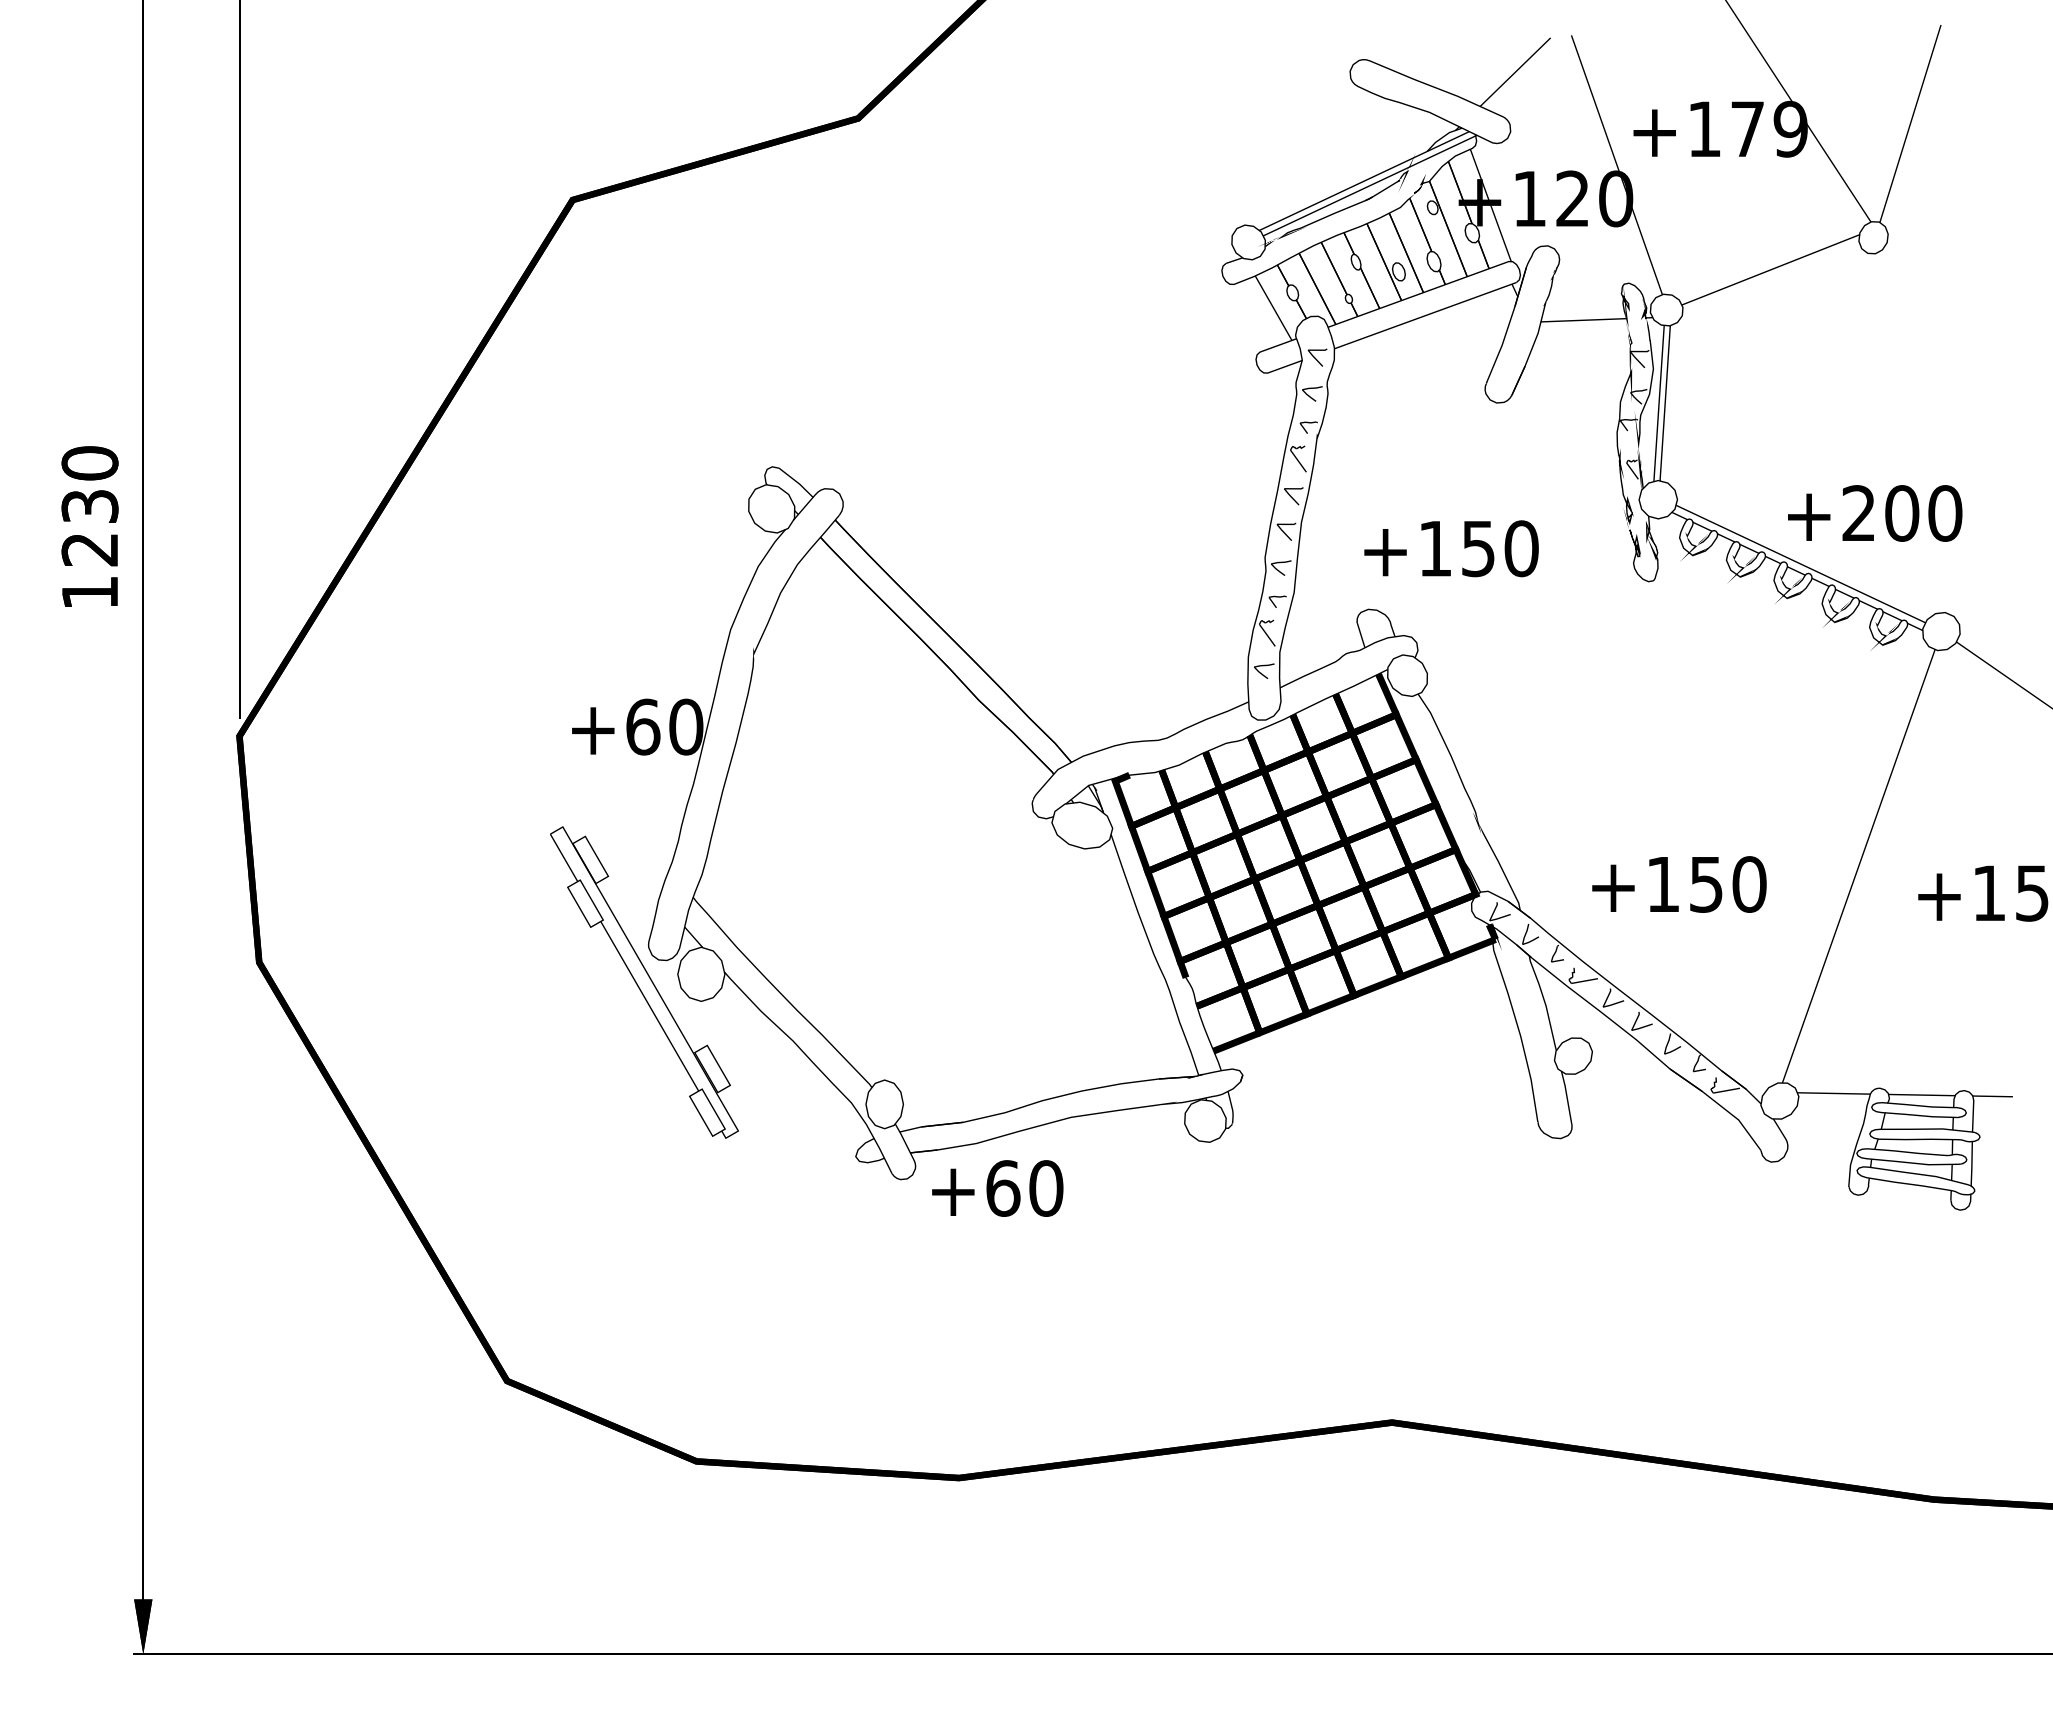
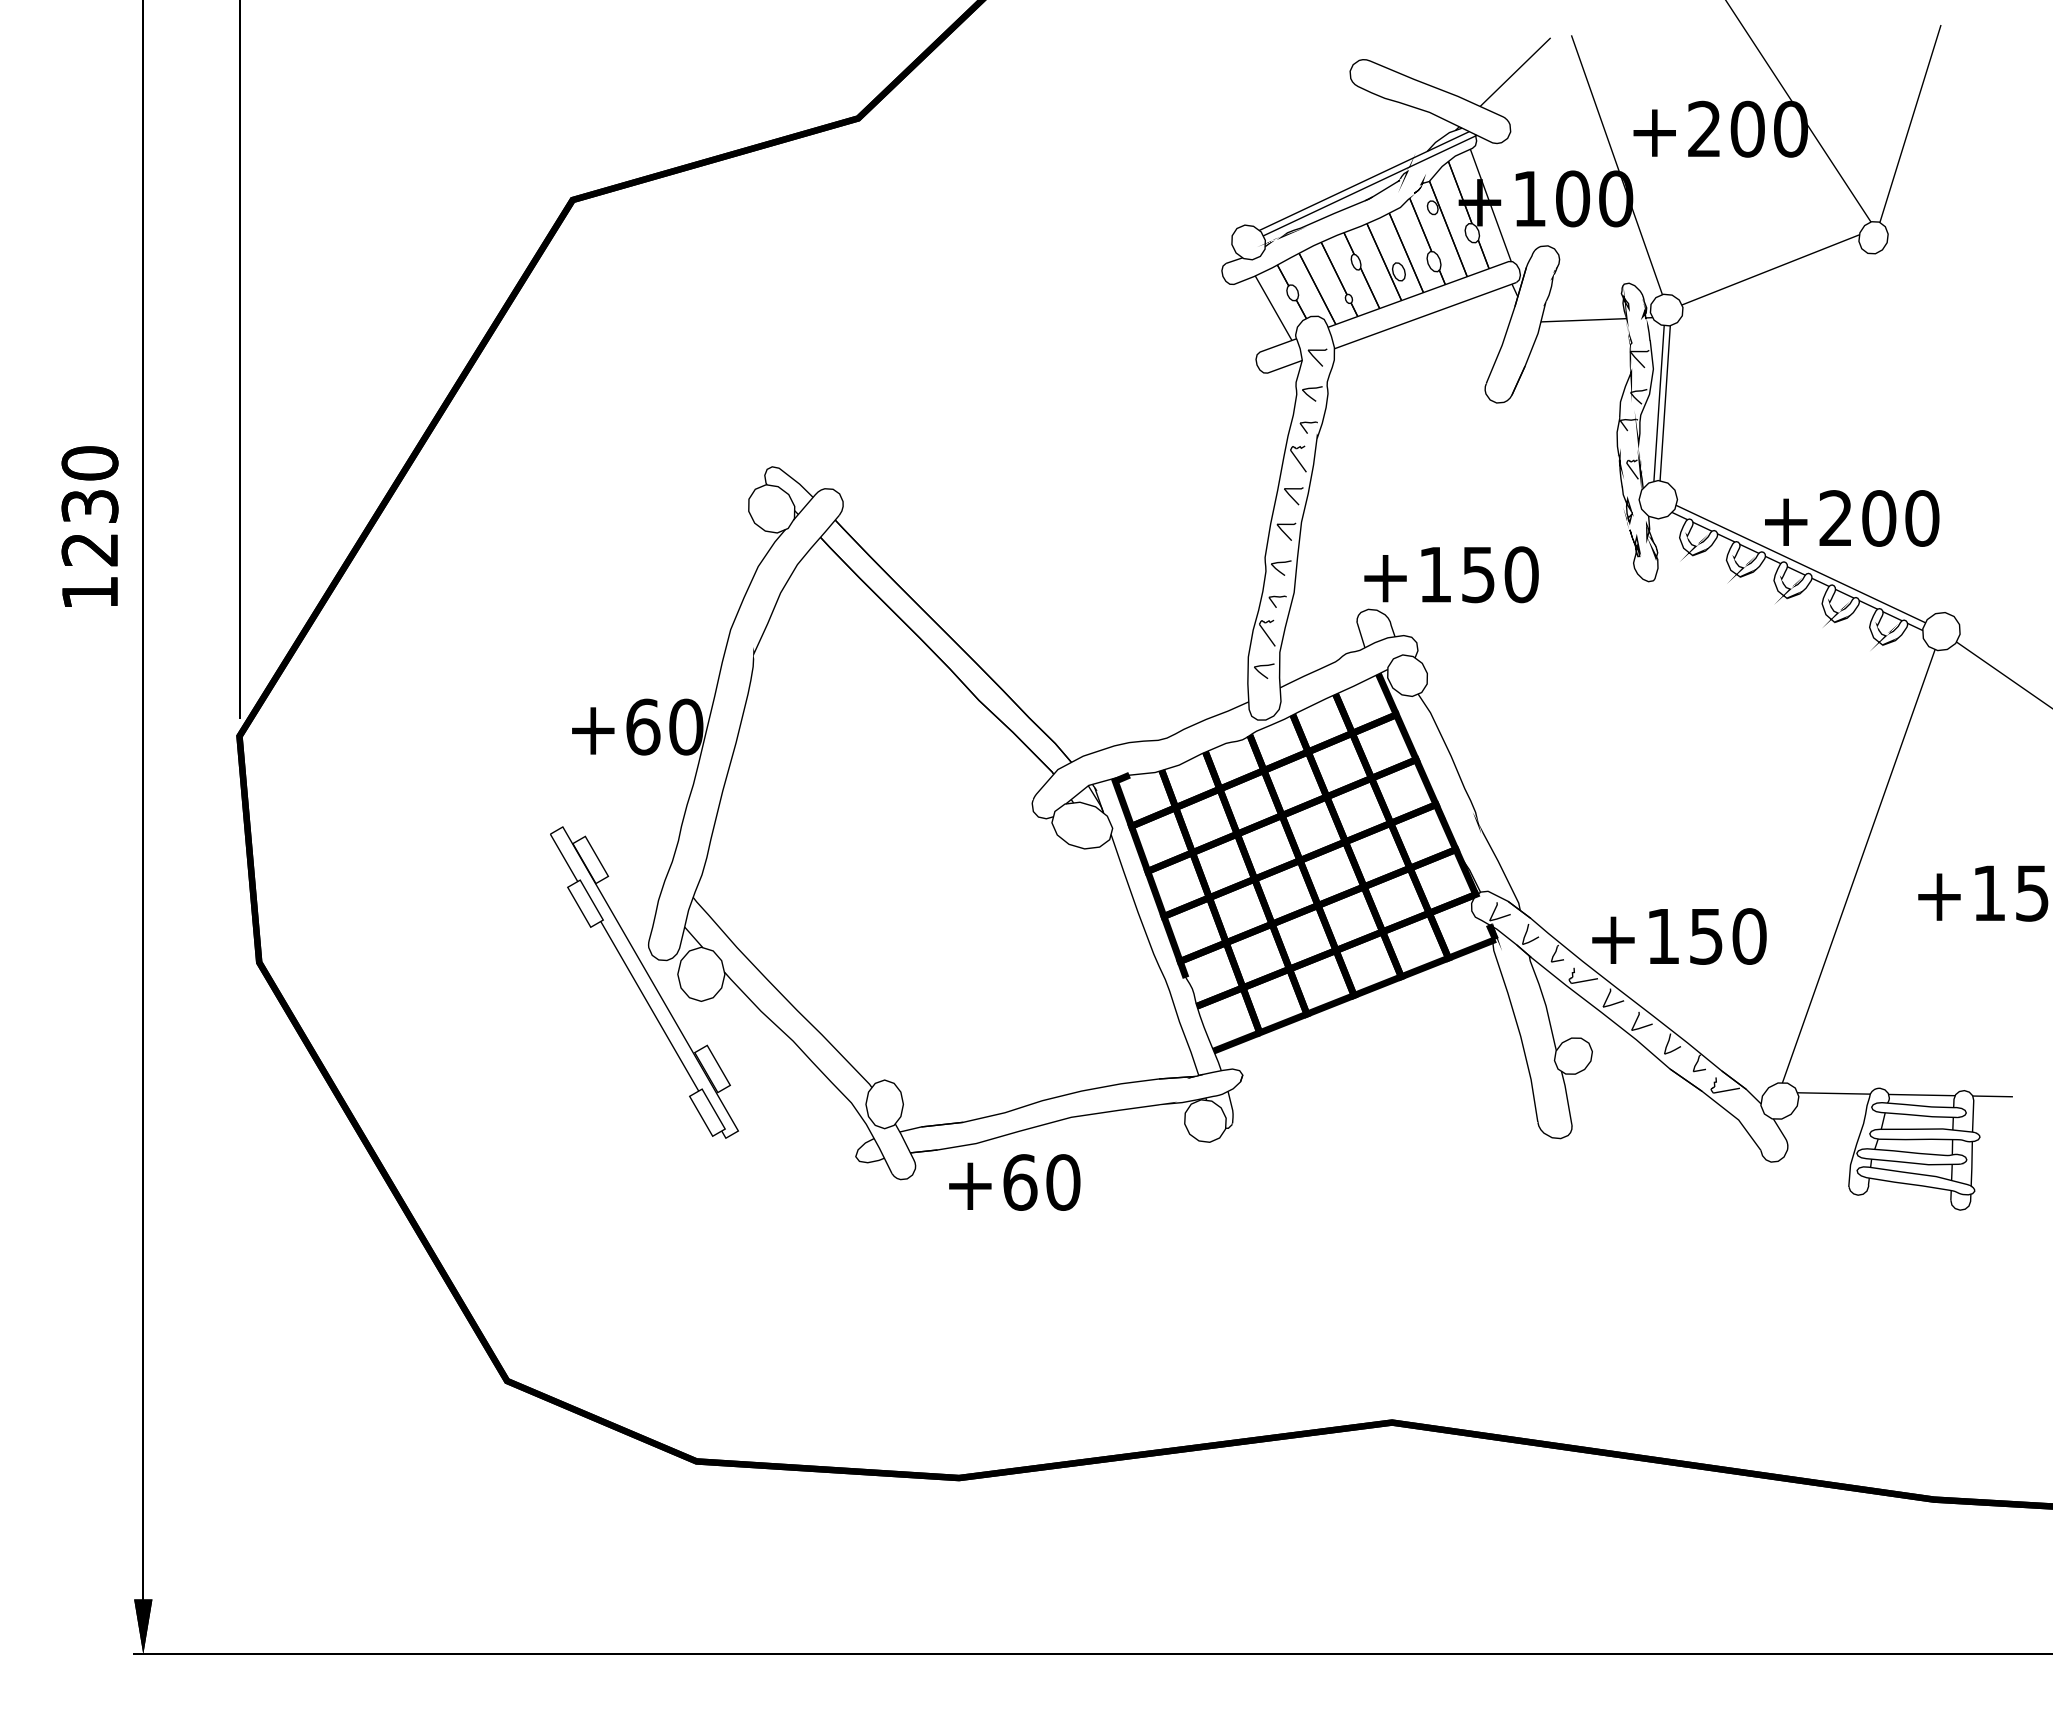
text at (1747, 128): +179 -> +200
text at (1573, 198): +120 -> +100
text at (1875, 513) position: (1875, 513) -> (1852, 518)
text at (1451, 548) position: (1451, 548) -> (1451, 574)
text at (1679, 884) position: (1679, 884) -> (1679, 936)
text at (997, 1188) position: (997, 1188) -> (1014, 1182)
